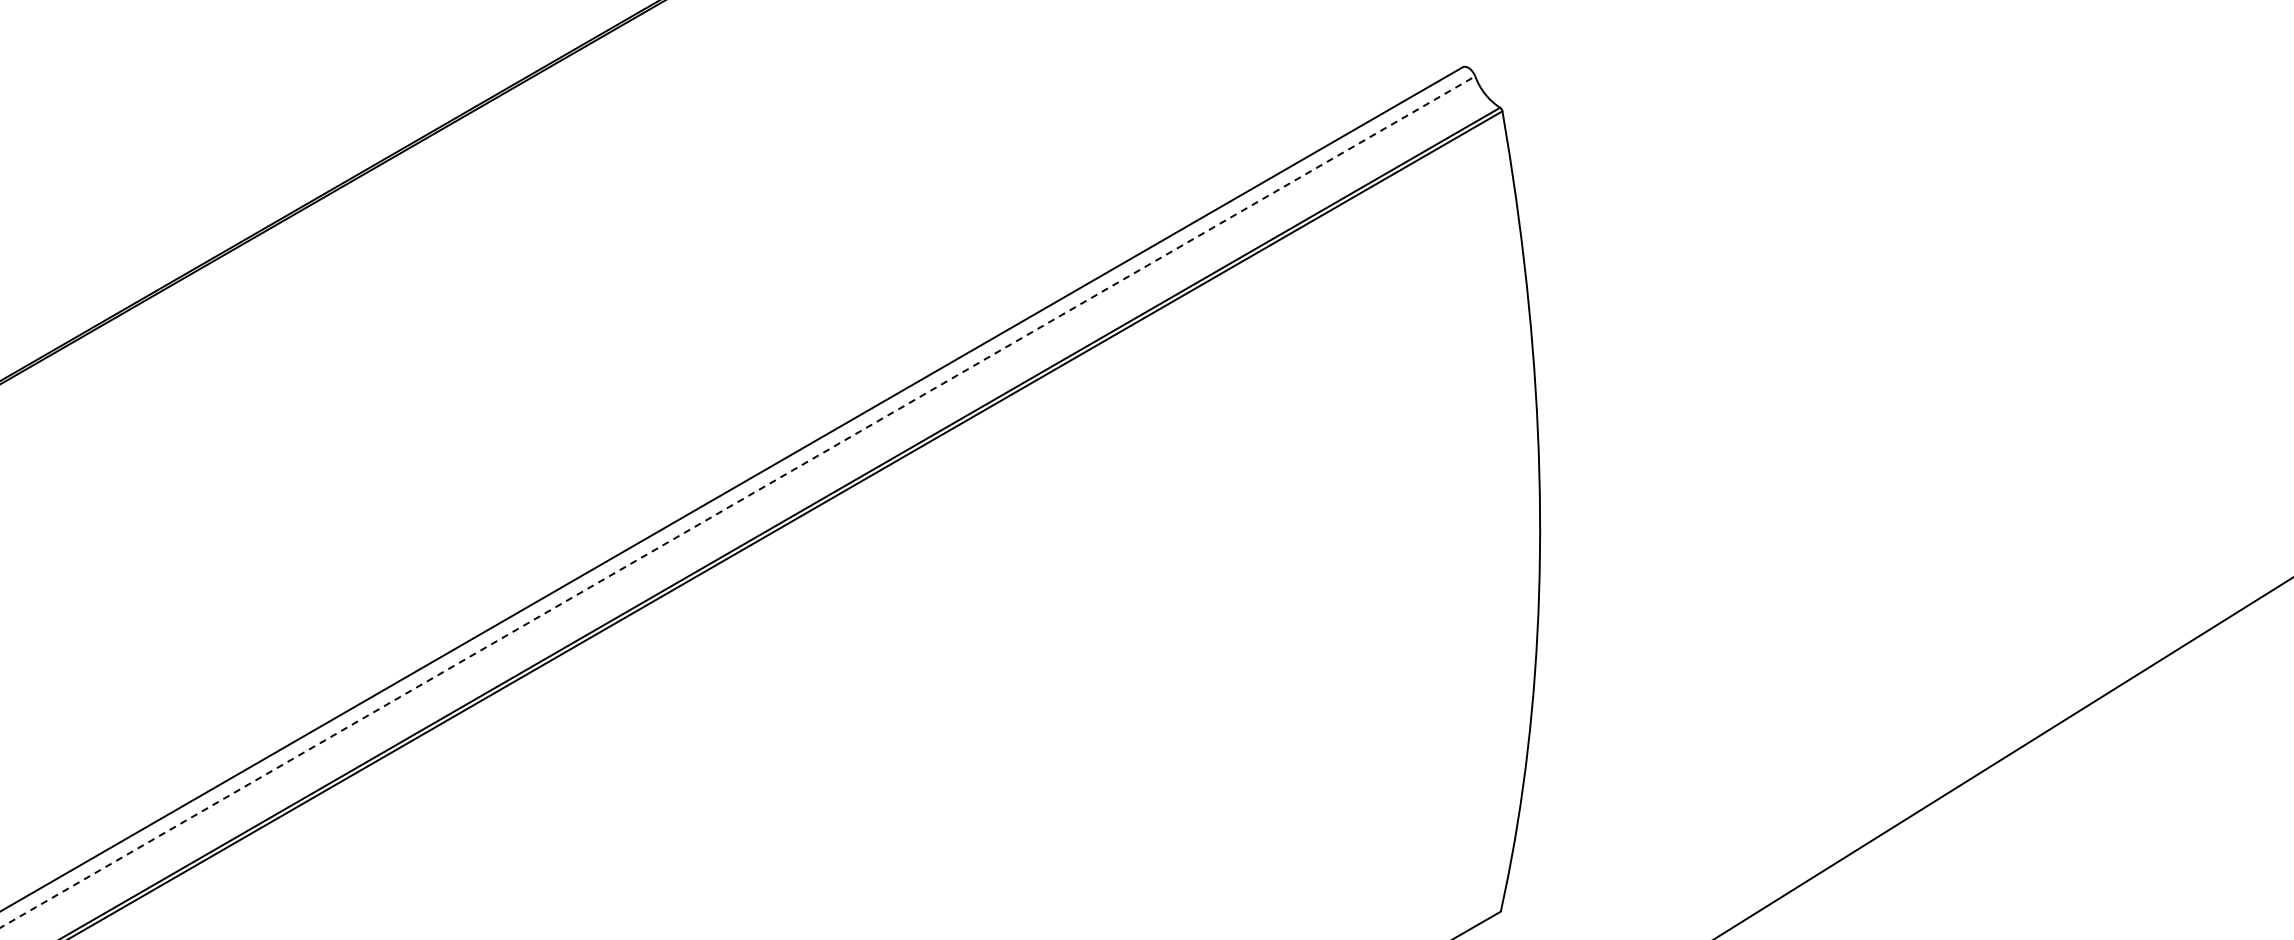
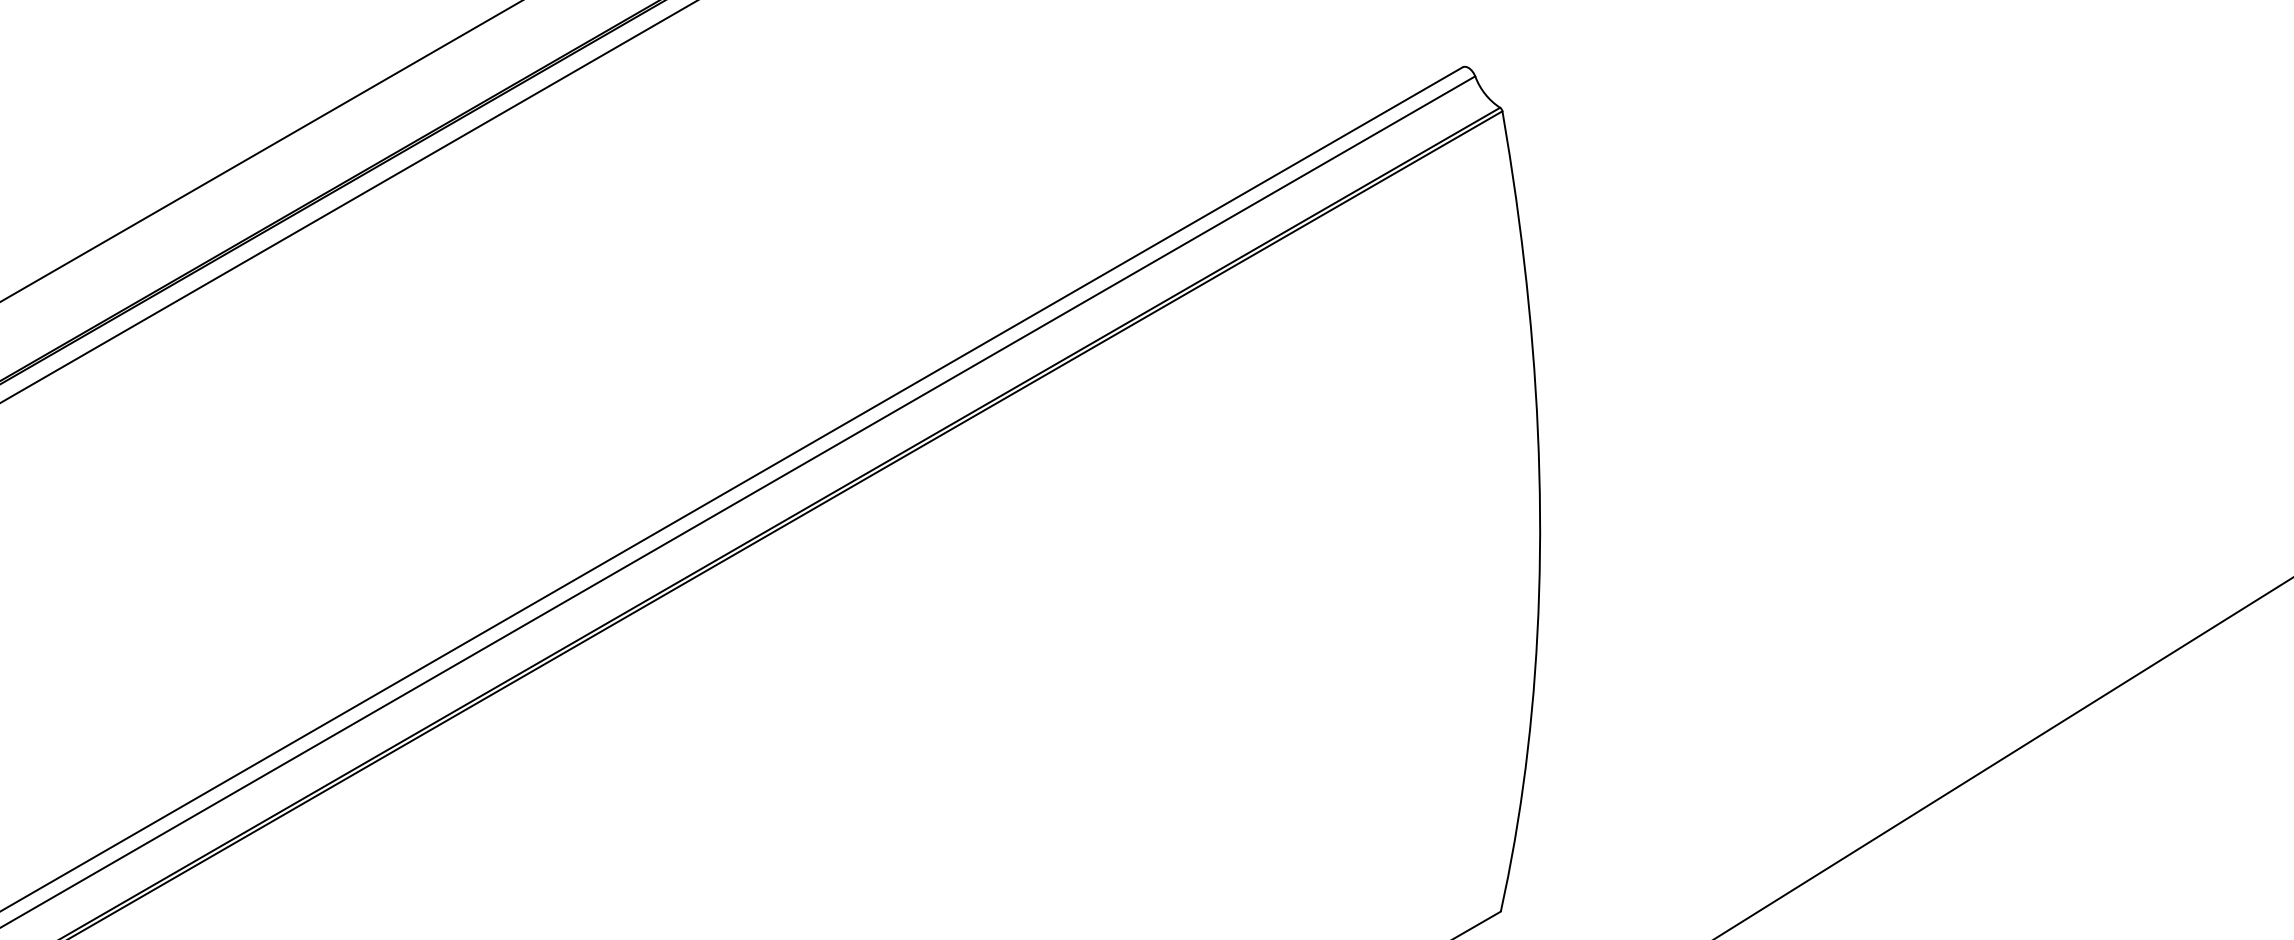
line at (260, 151): none -> present
line at (348, 201): none -> present
line at (738, 501): dashed -> solid
